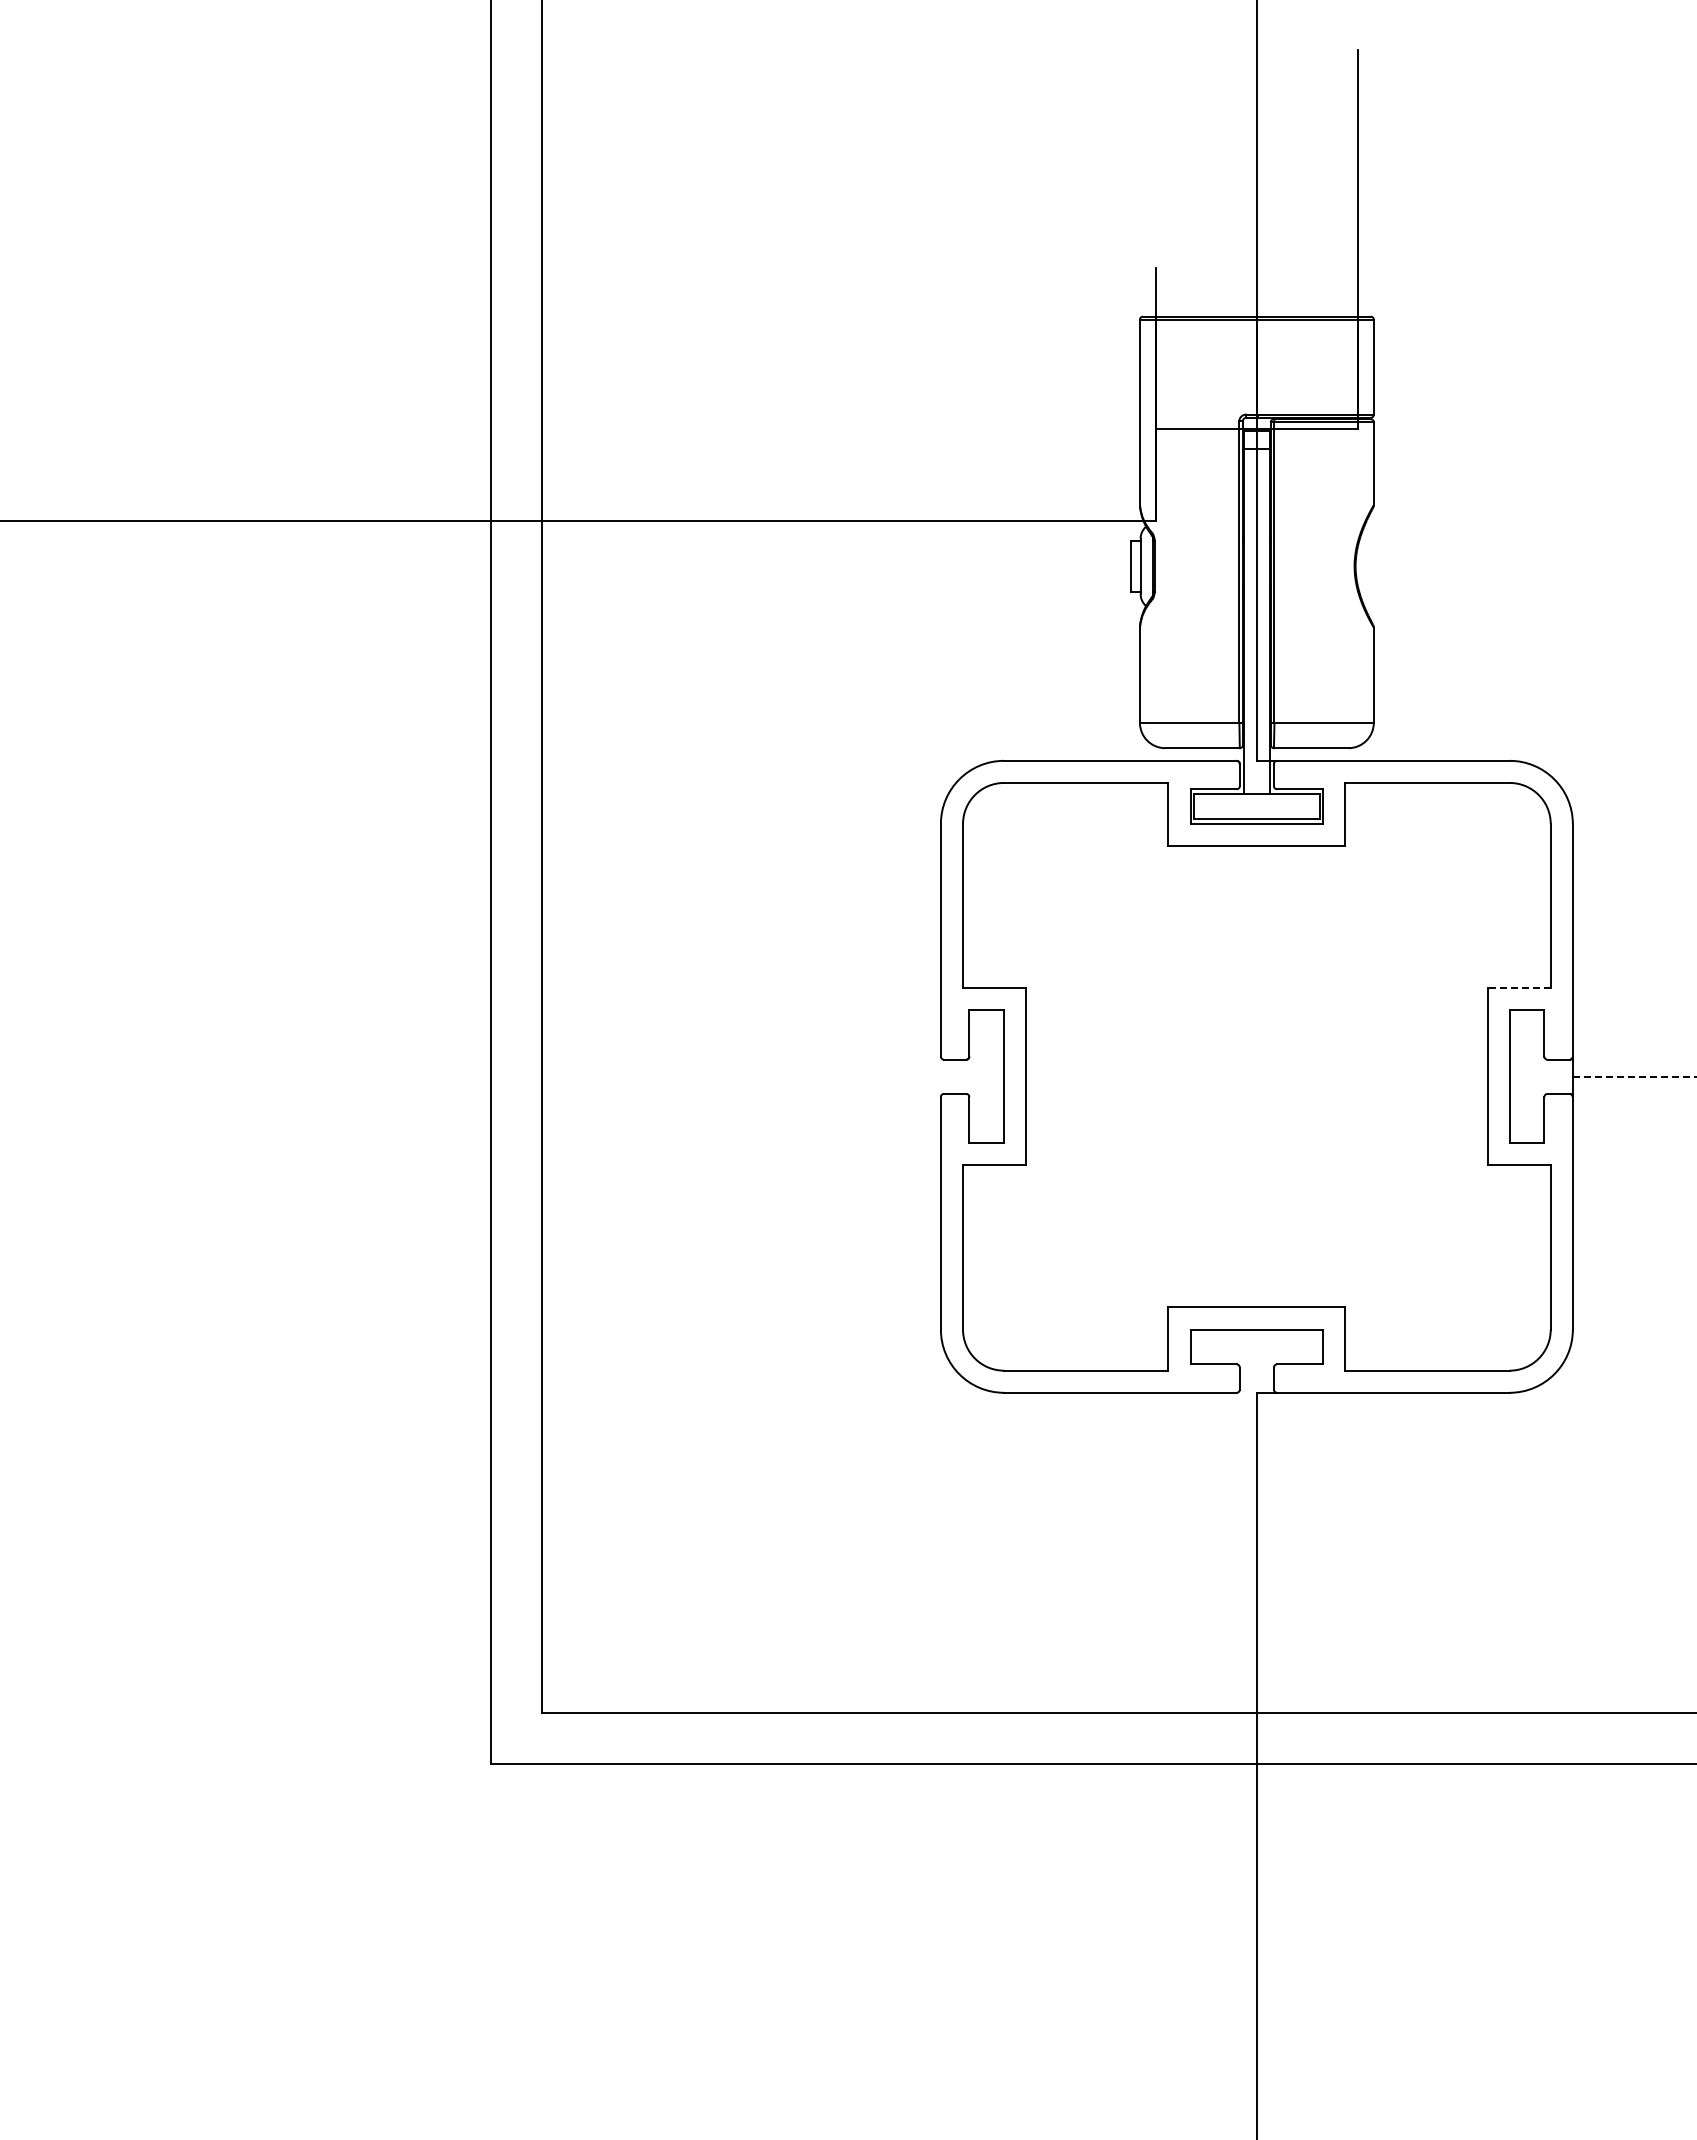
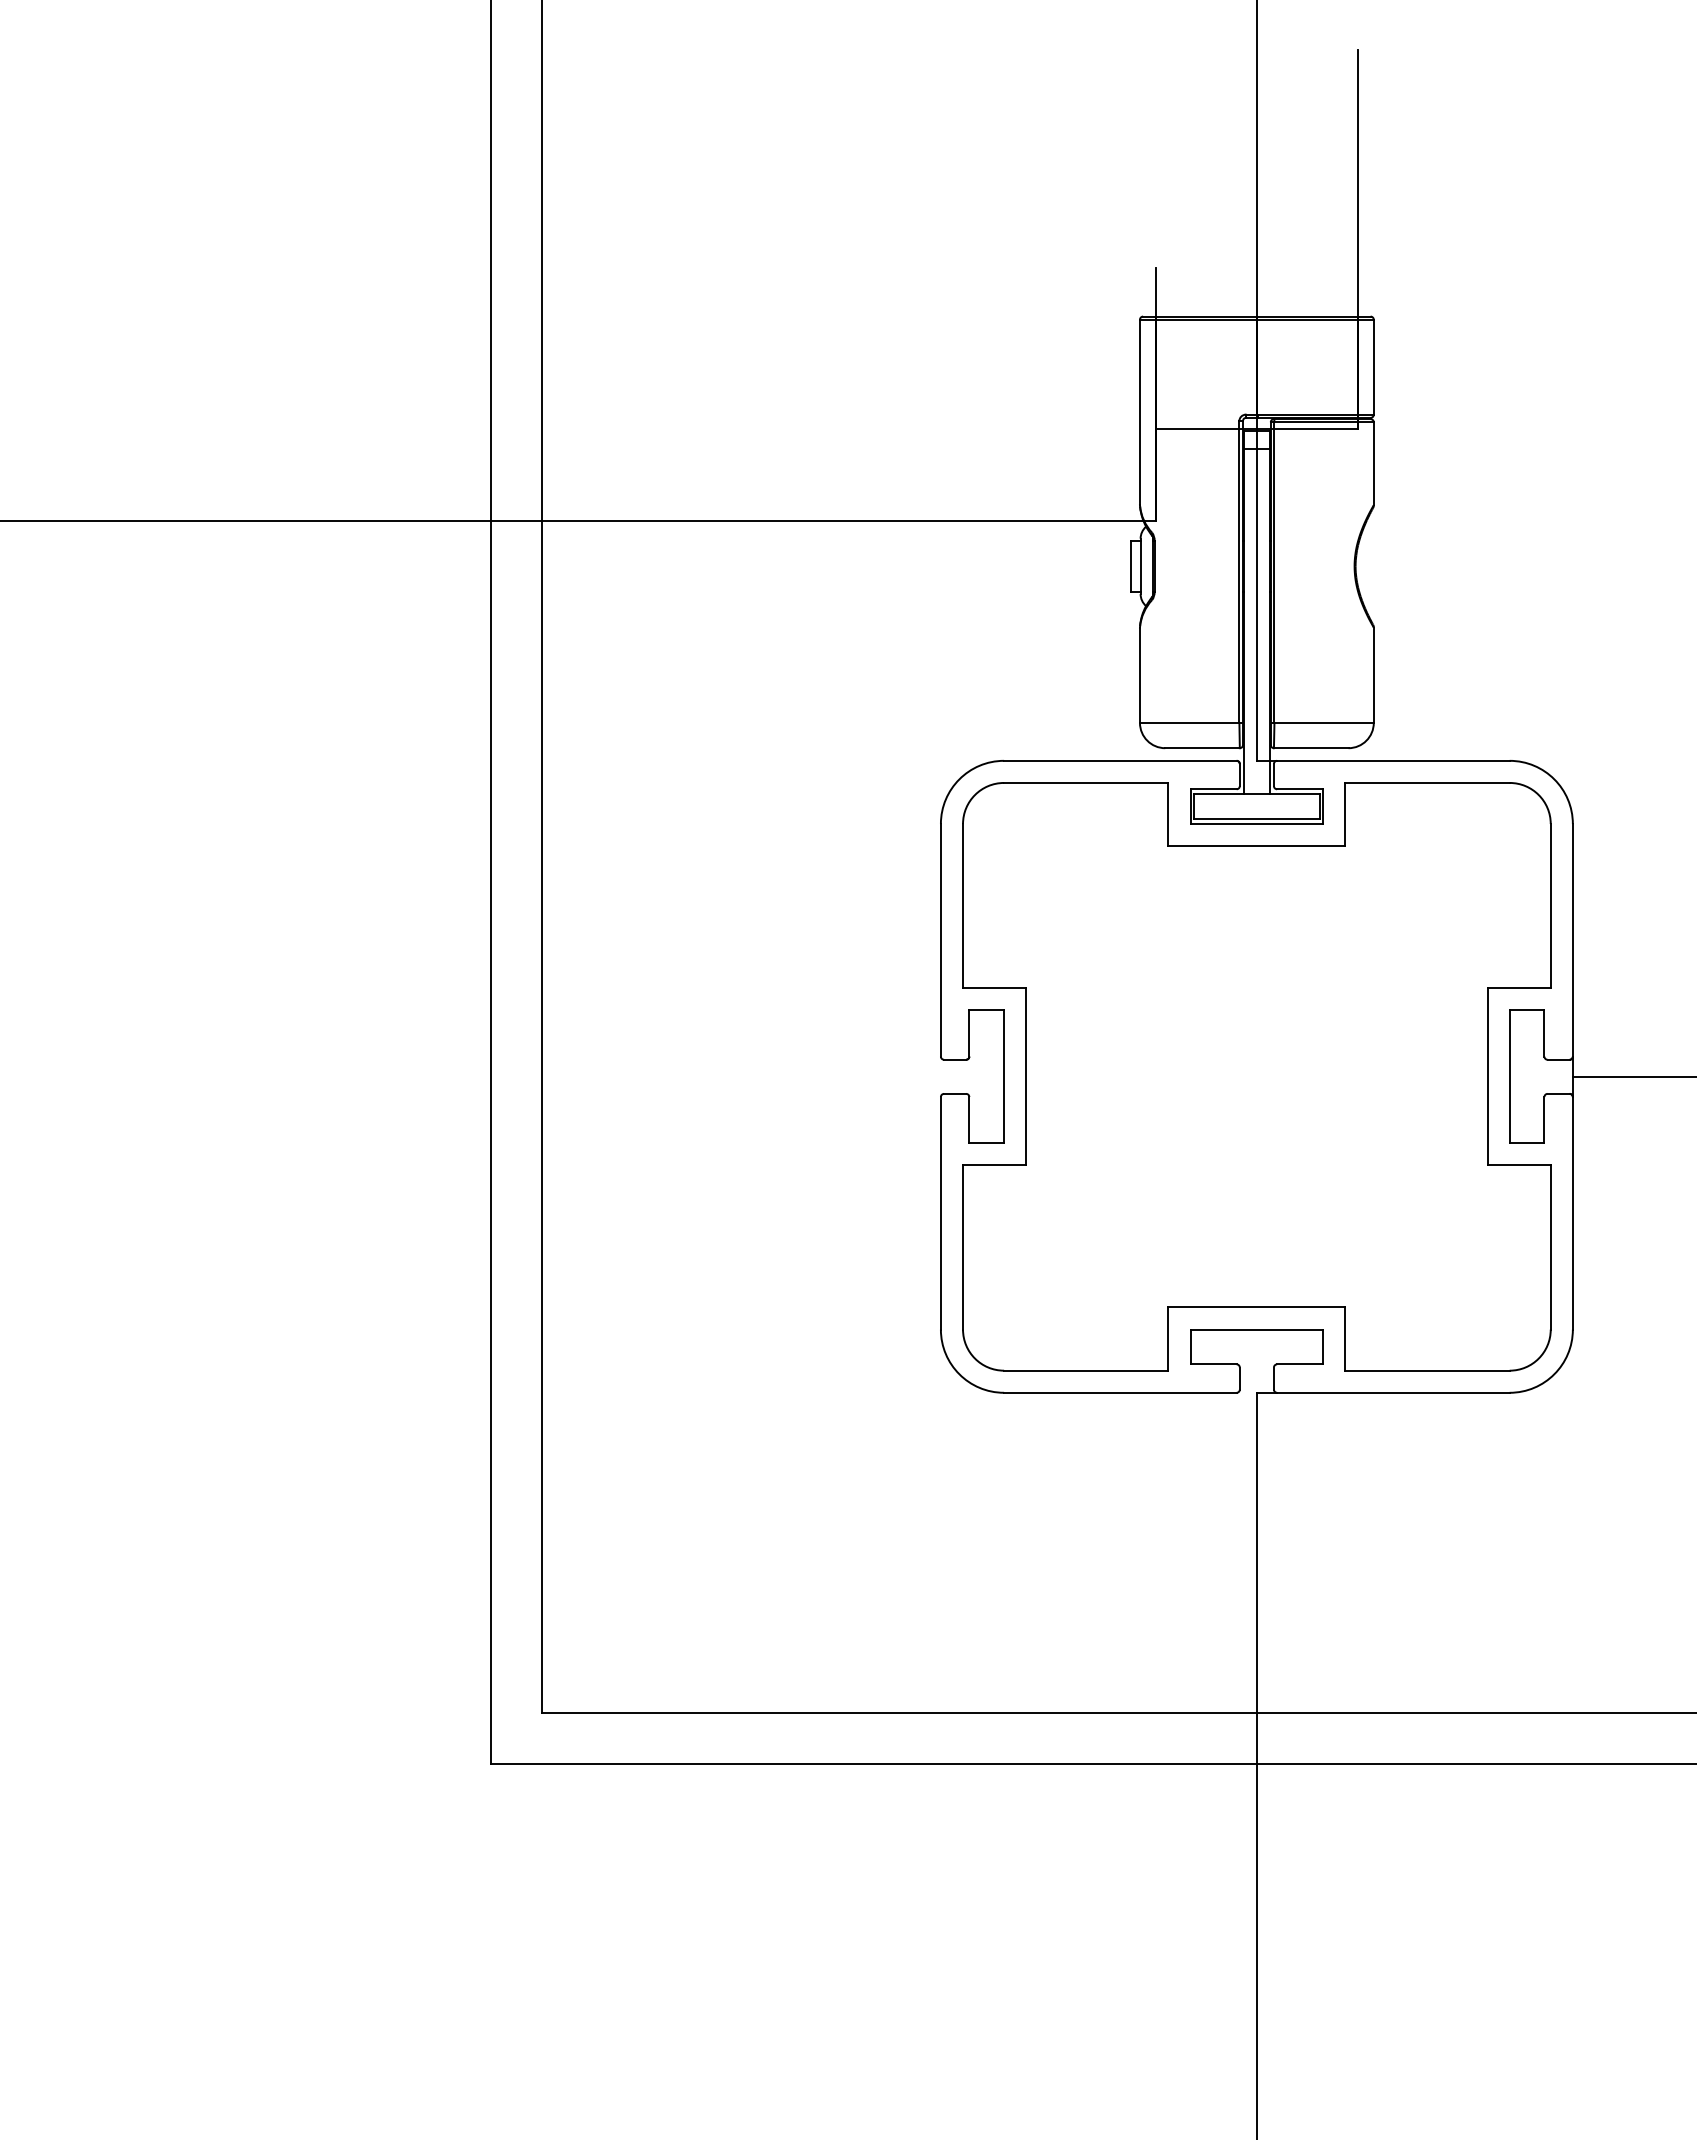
line at (1519, 988): dashed -> solid
line at (1634, 1076): dashed -> solid
